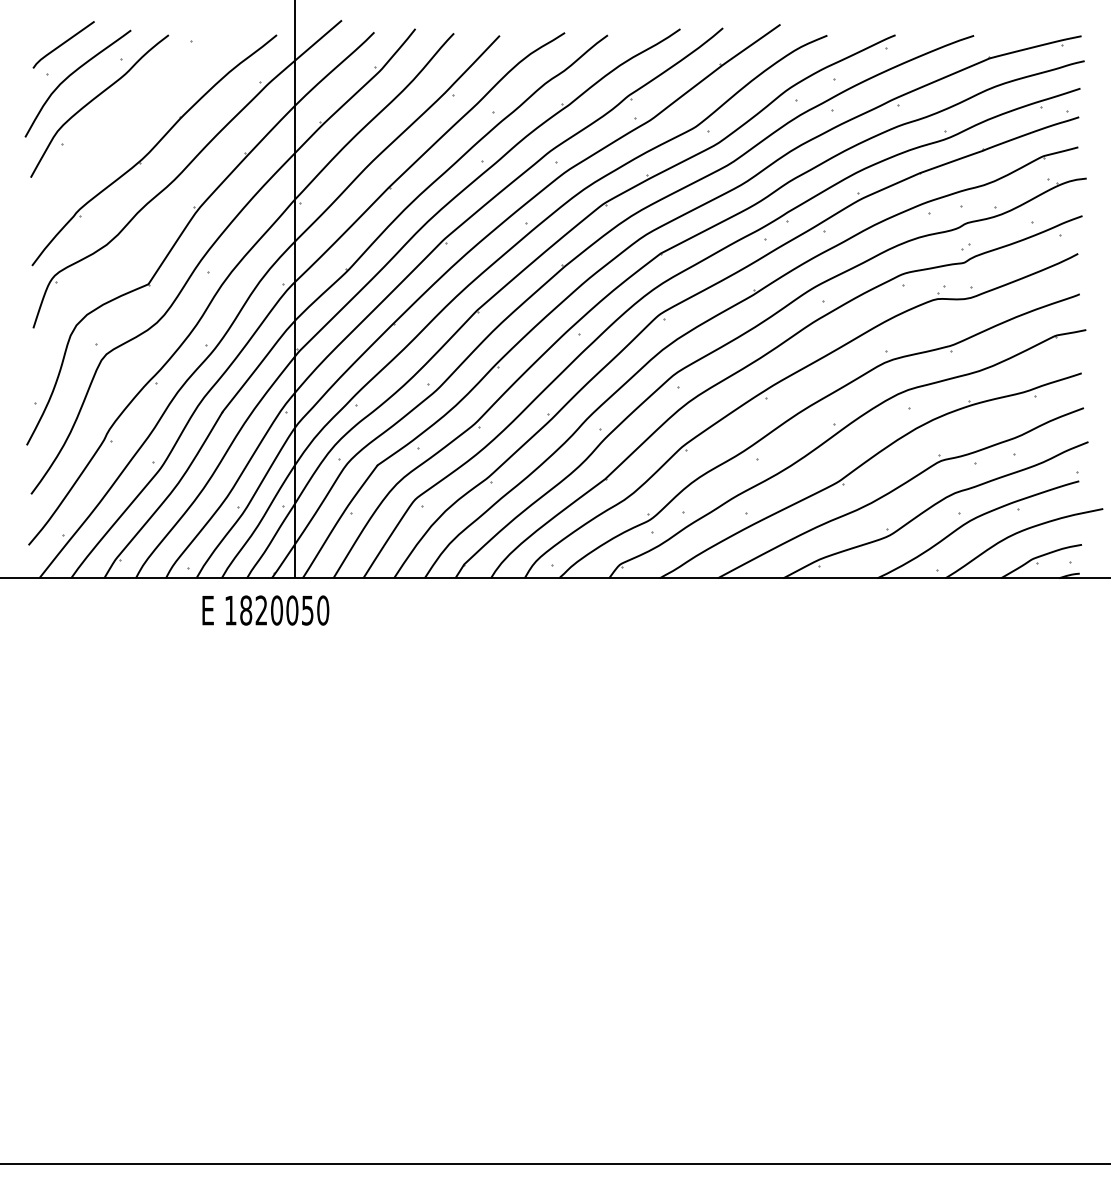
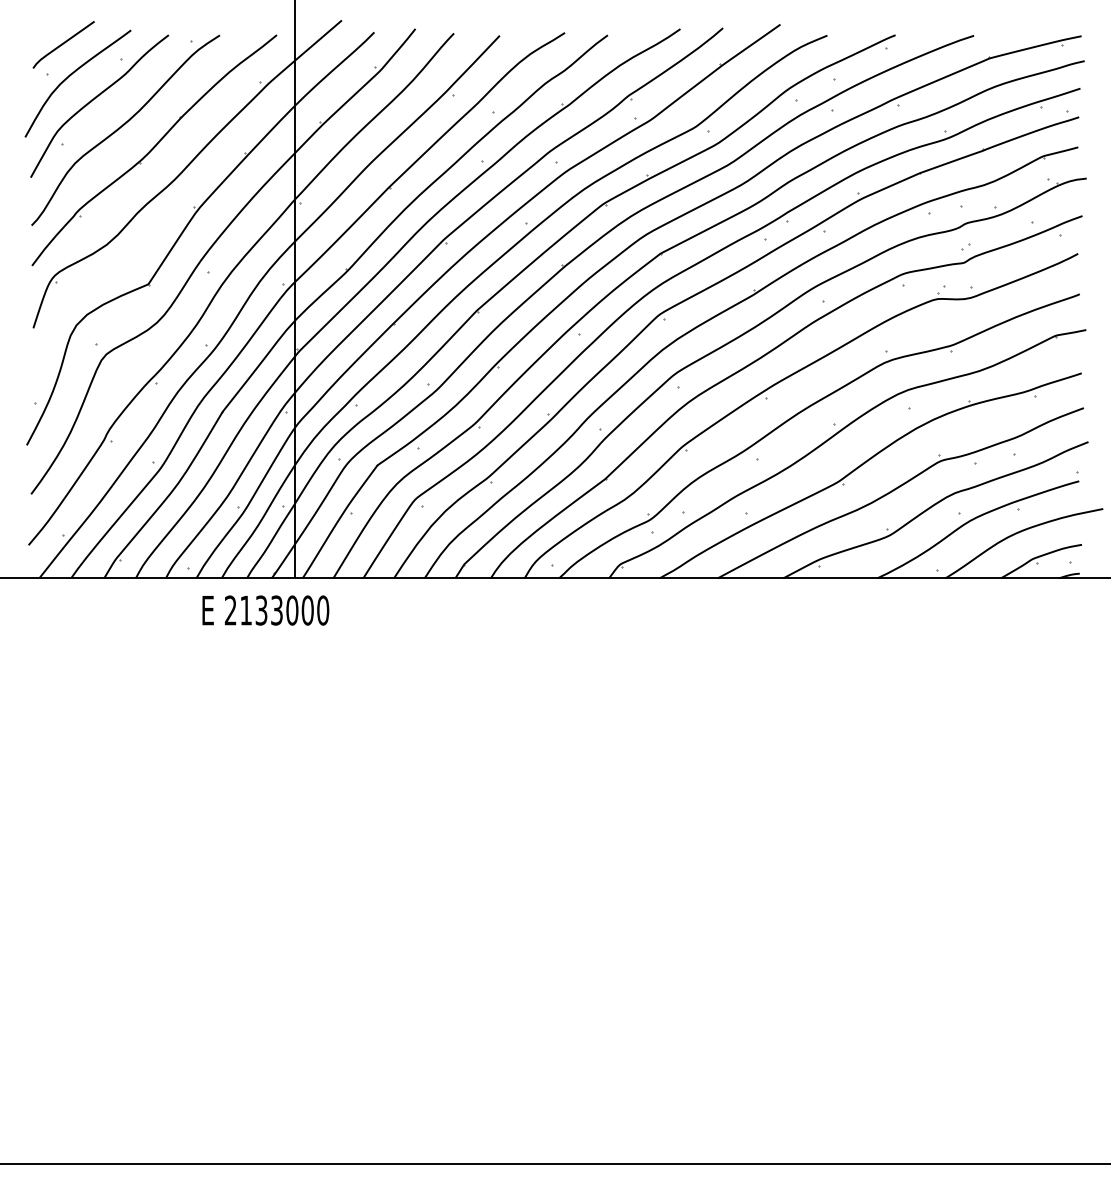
curve at (123, 126): none -> present
text at (269, 610): 1820050 -> 2133000
